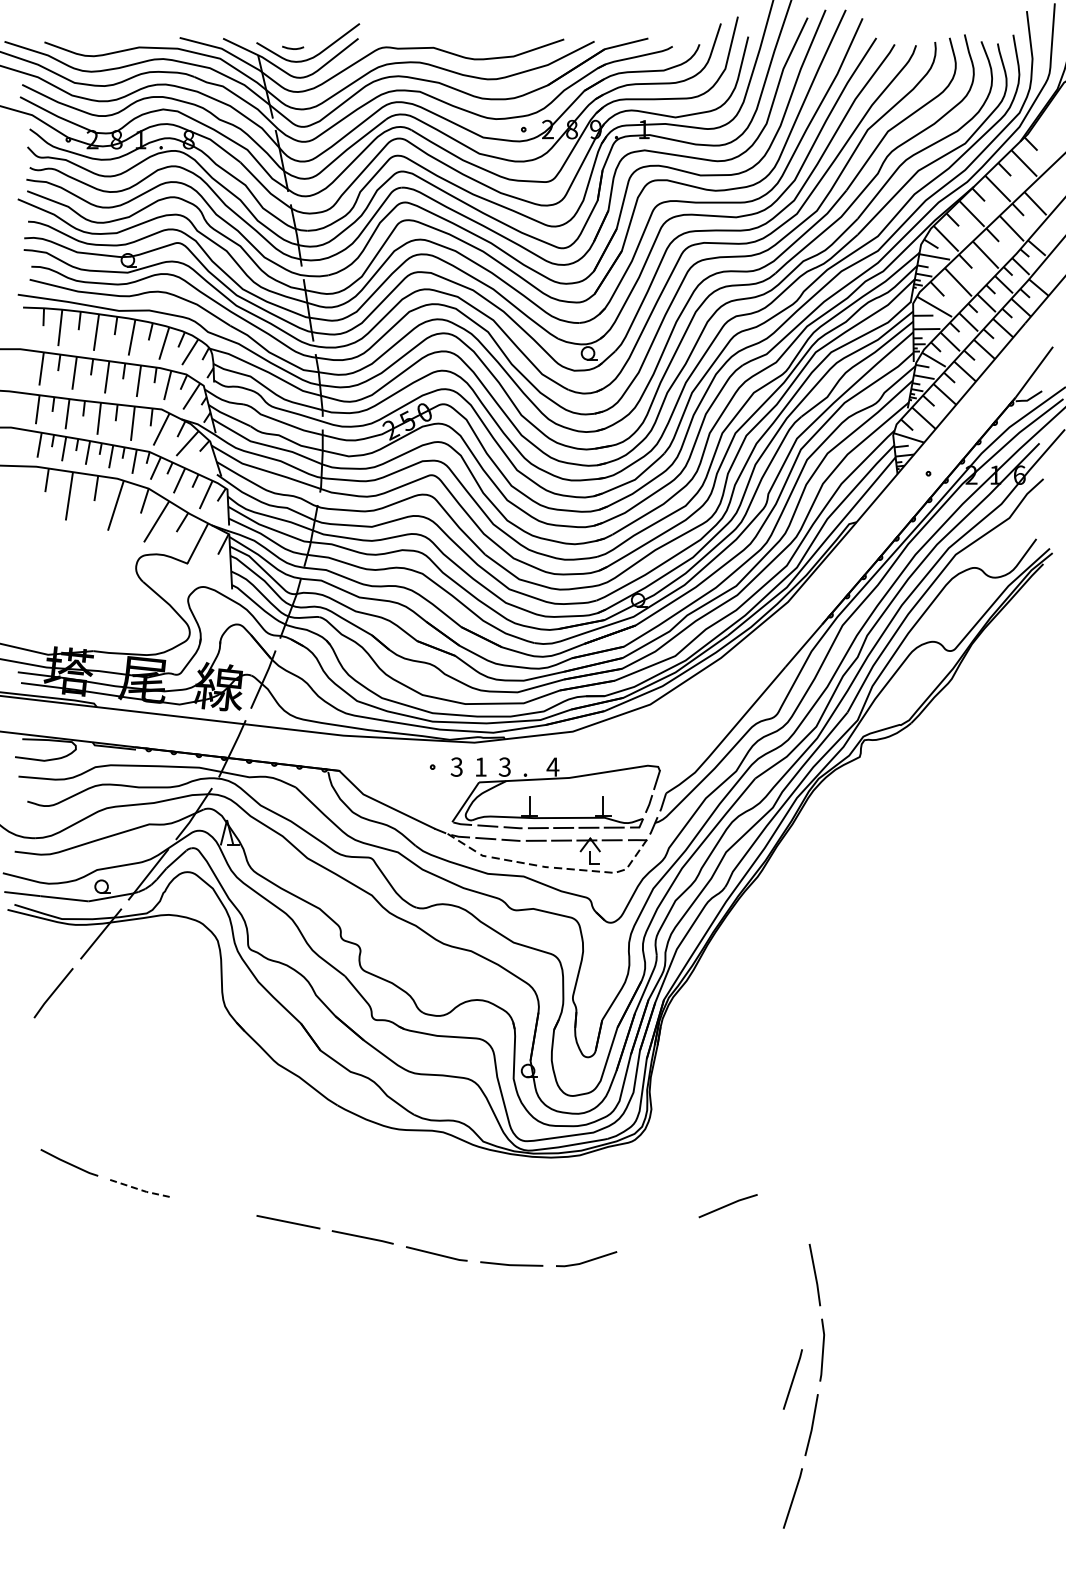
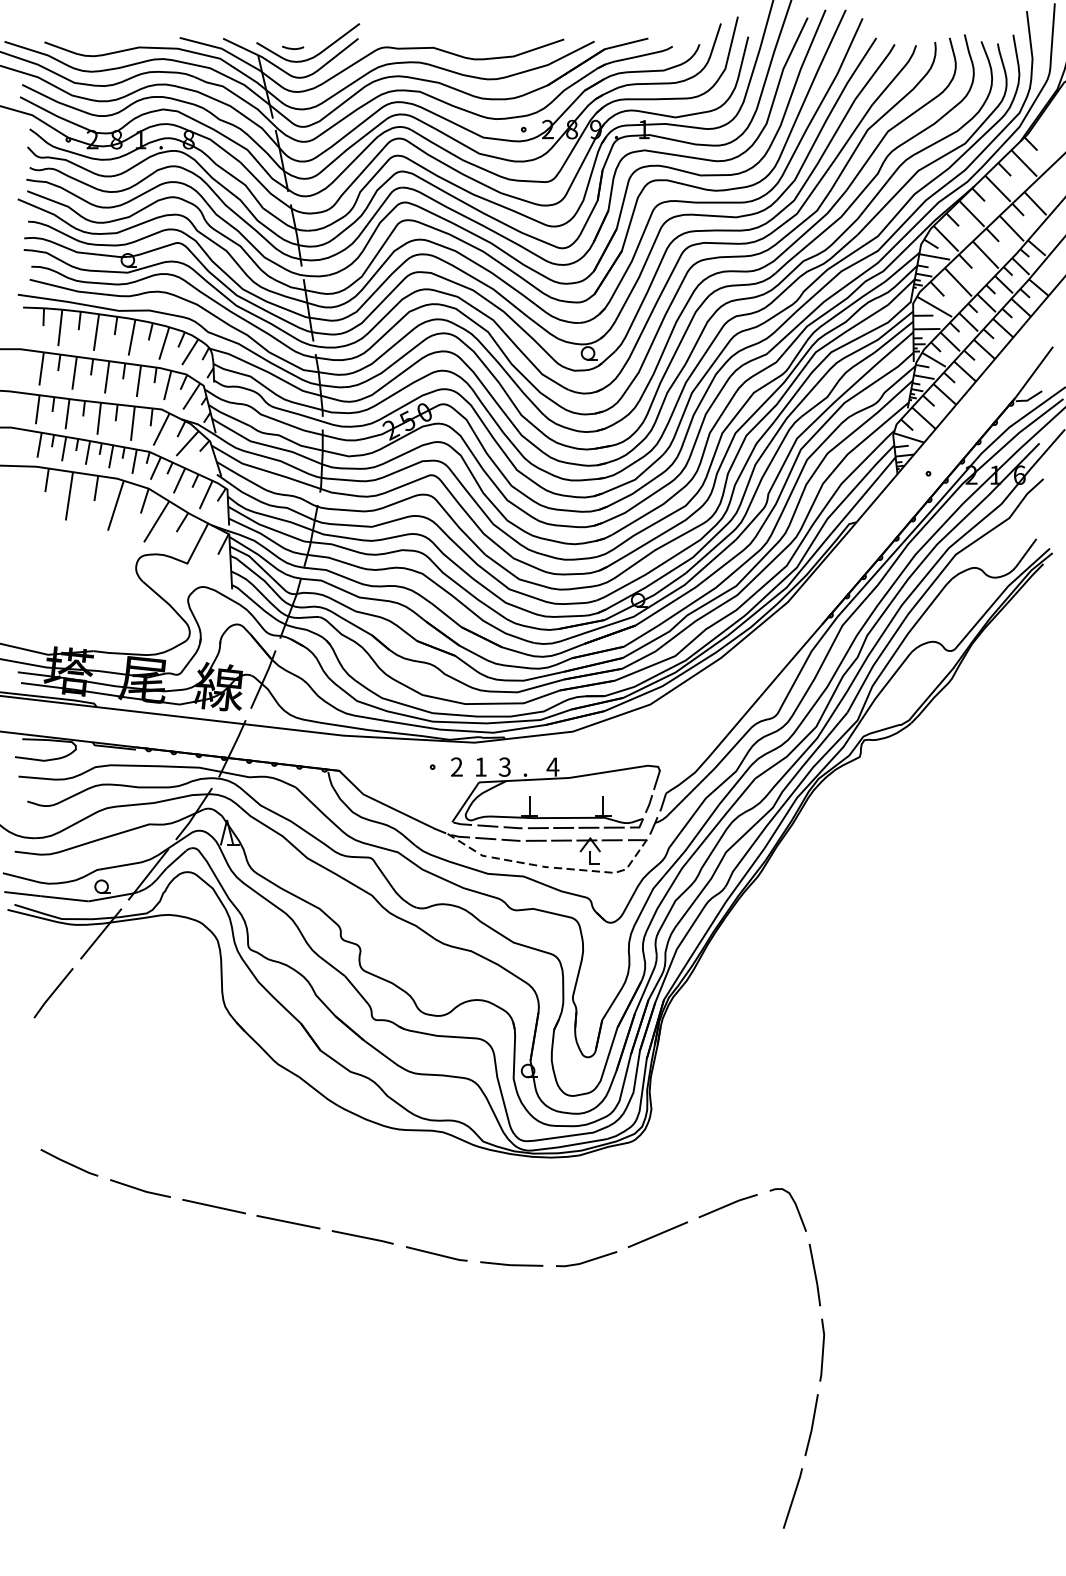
text at (456, 767): 3 -> 2
line at (141, 1190): dashed -> solid
line at (214, 1206): none -> present
curve at (795, 1206): none -> present
line at (657, 1234): none -> present
line at (792, 1379): present -> none
